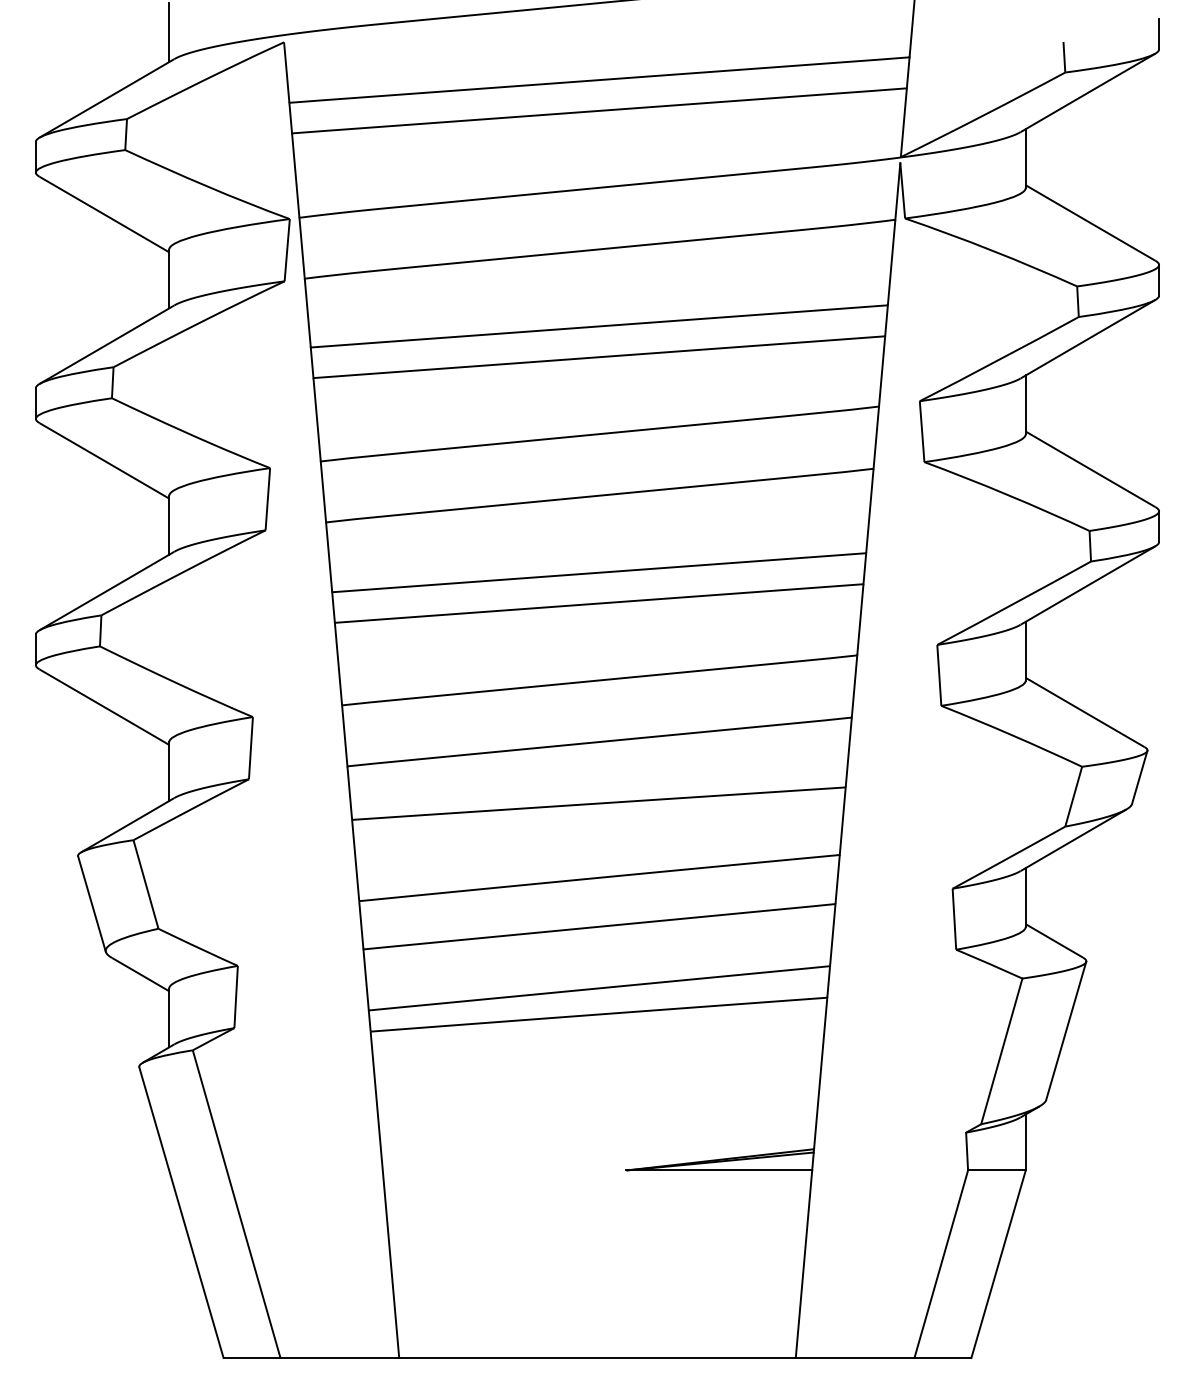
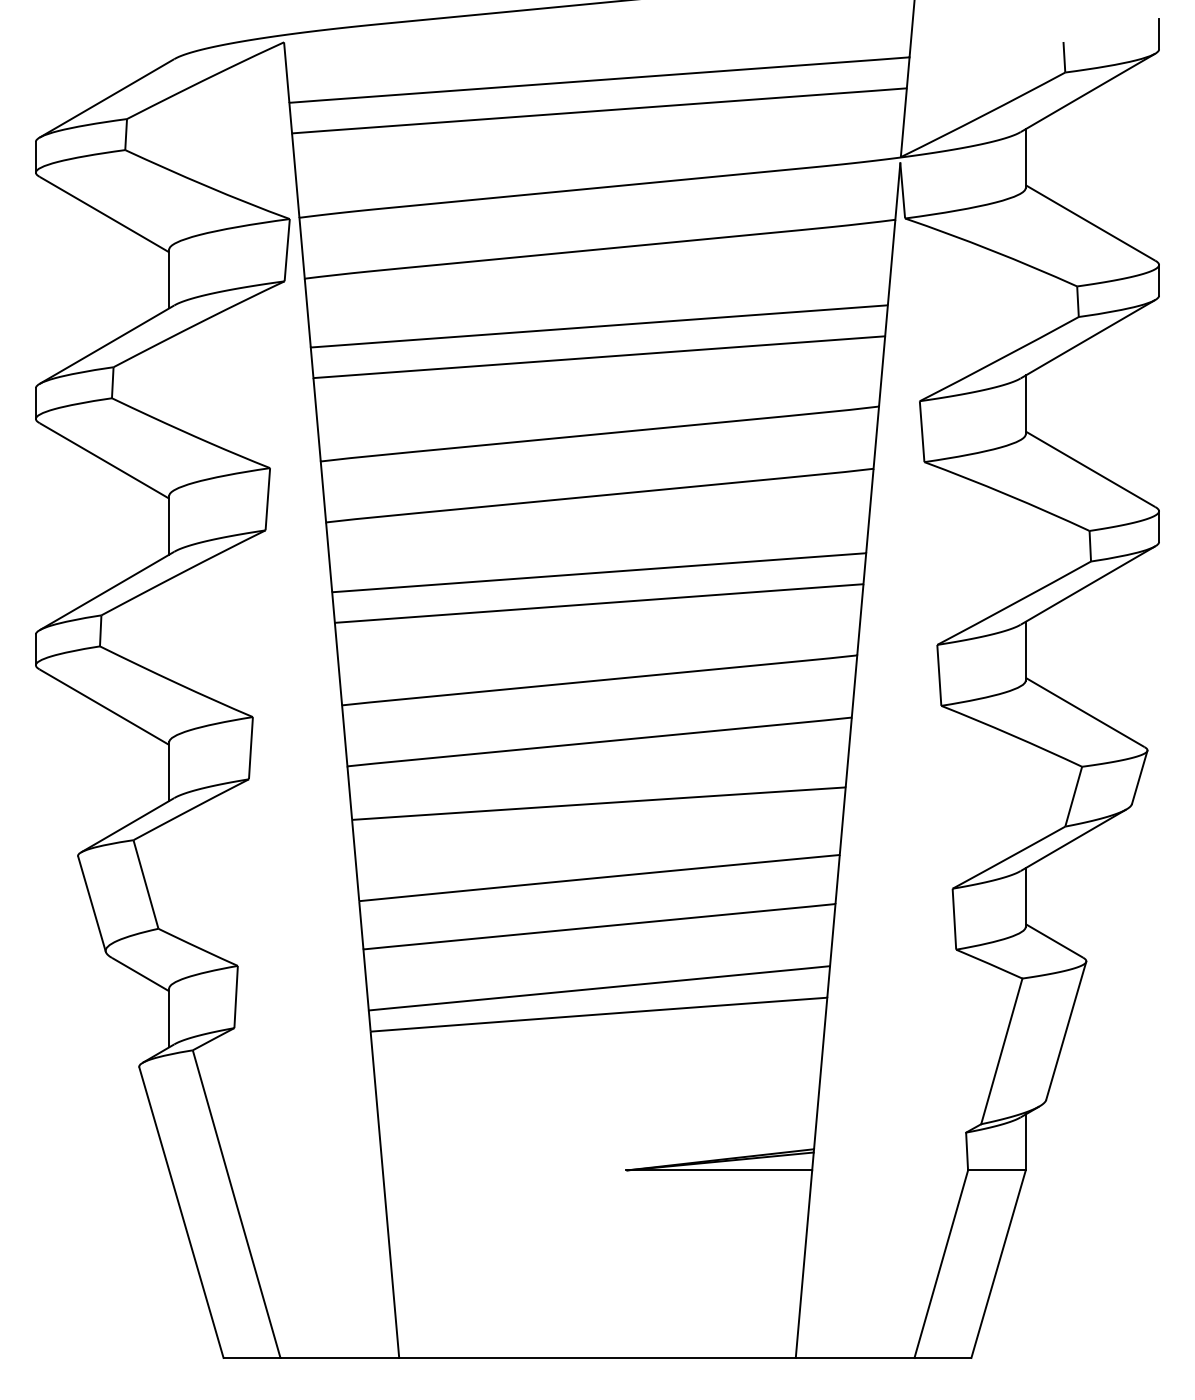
line at (169, 32): present -> none
